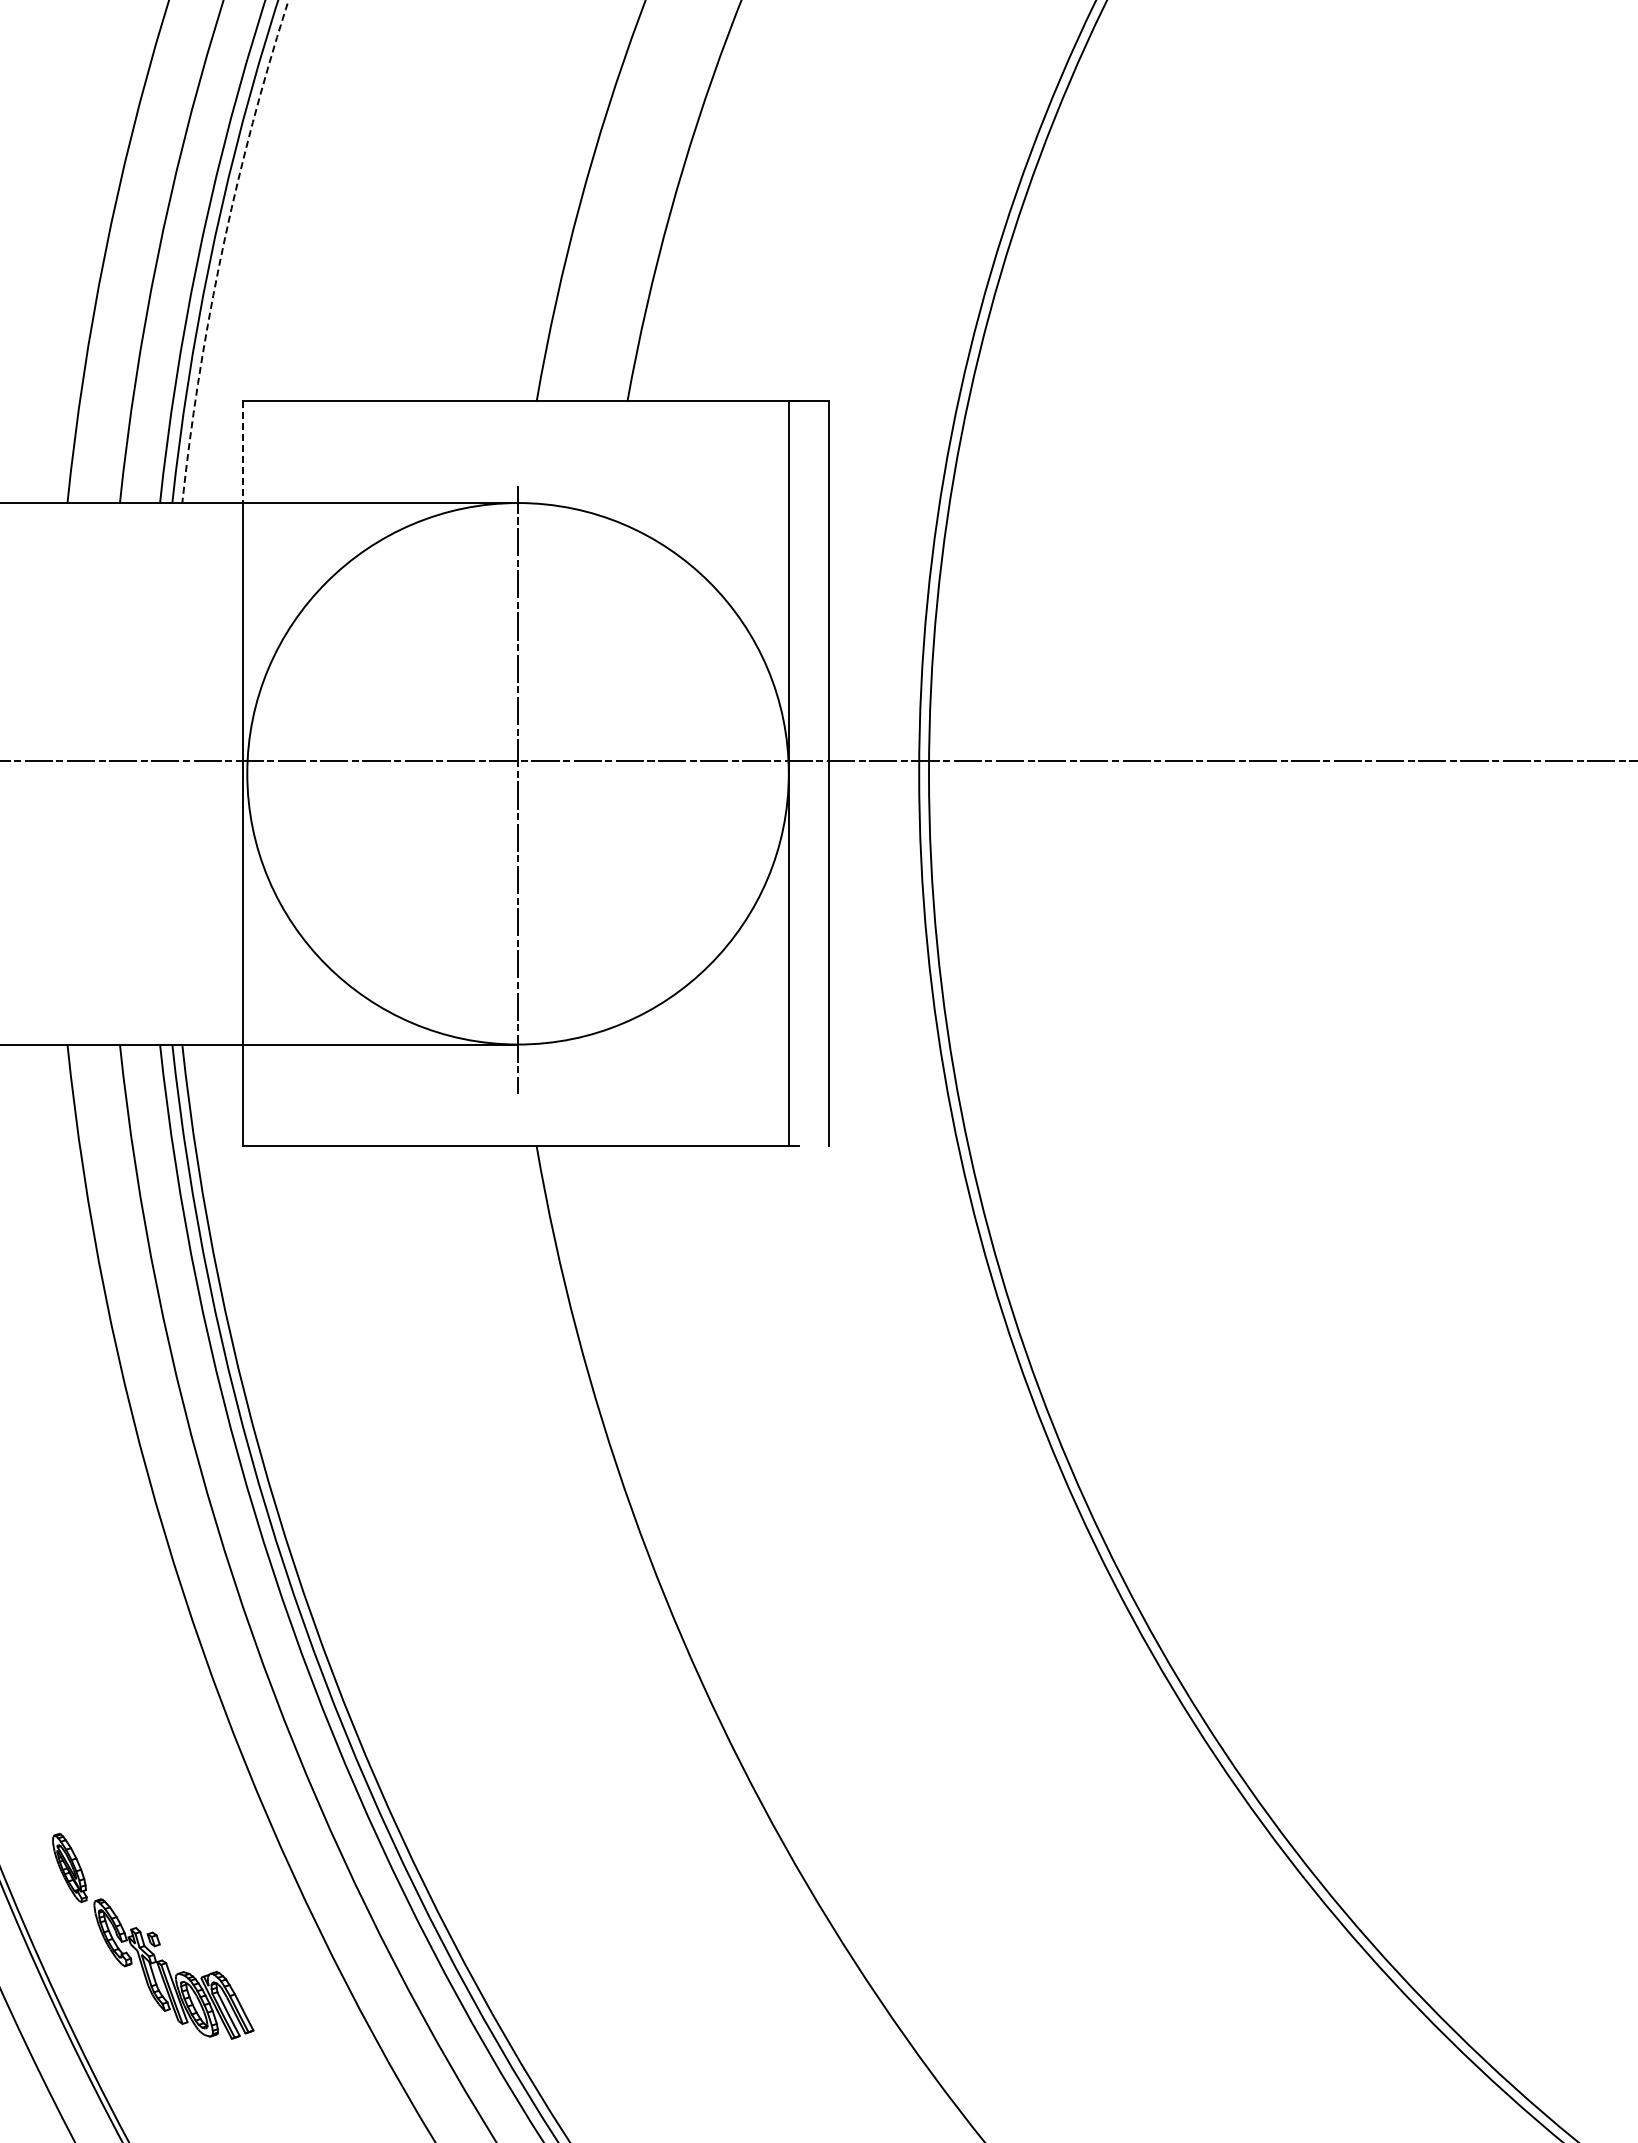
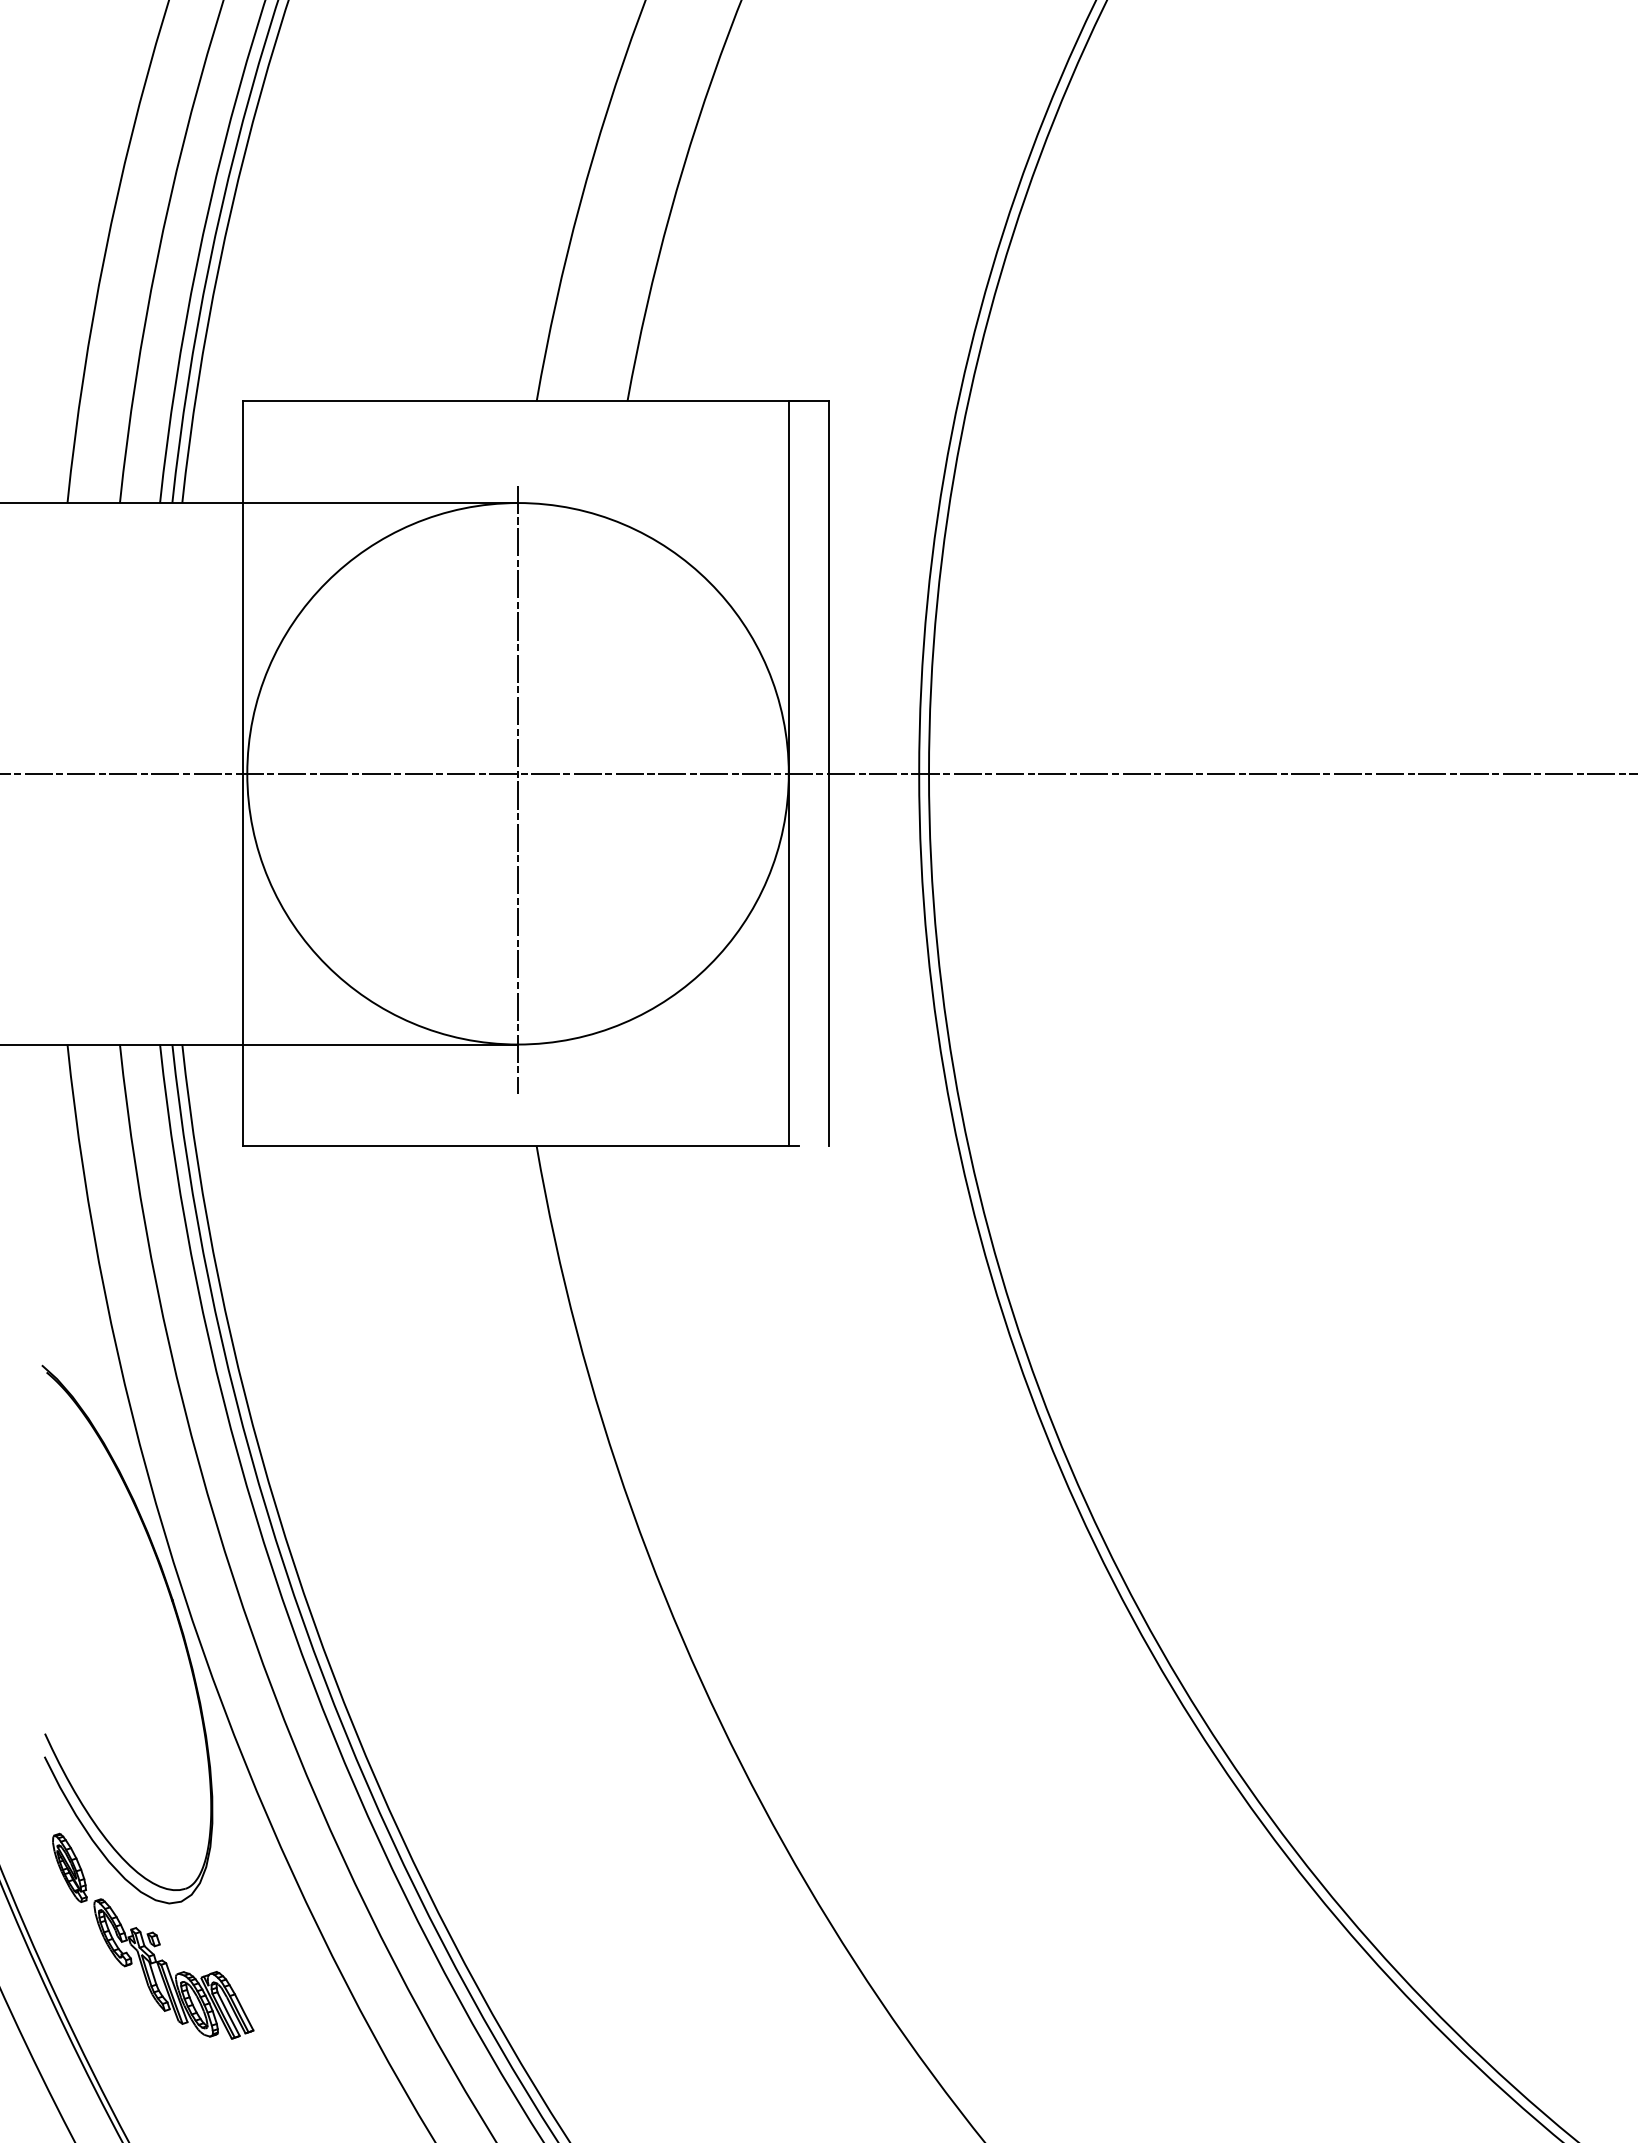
arc at (222, 248): dashed -> solid
line at (242, 452): dashed -> solid
line at (818, 760) position: (818, 760) -> (818, 773)
part at (176, 1618): none -> present
